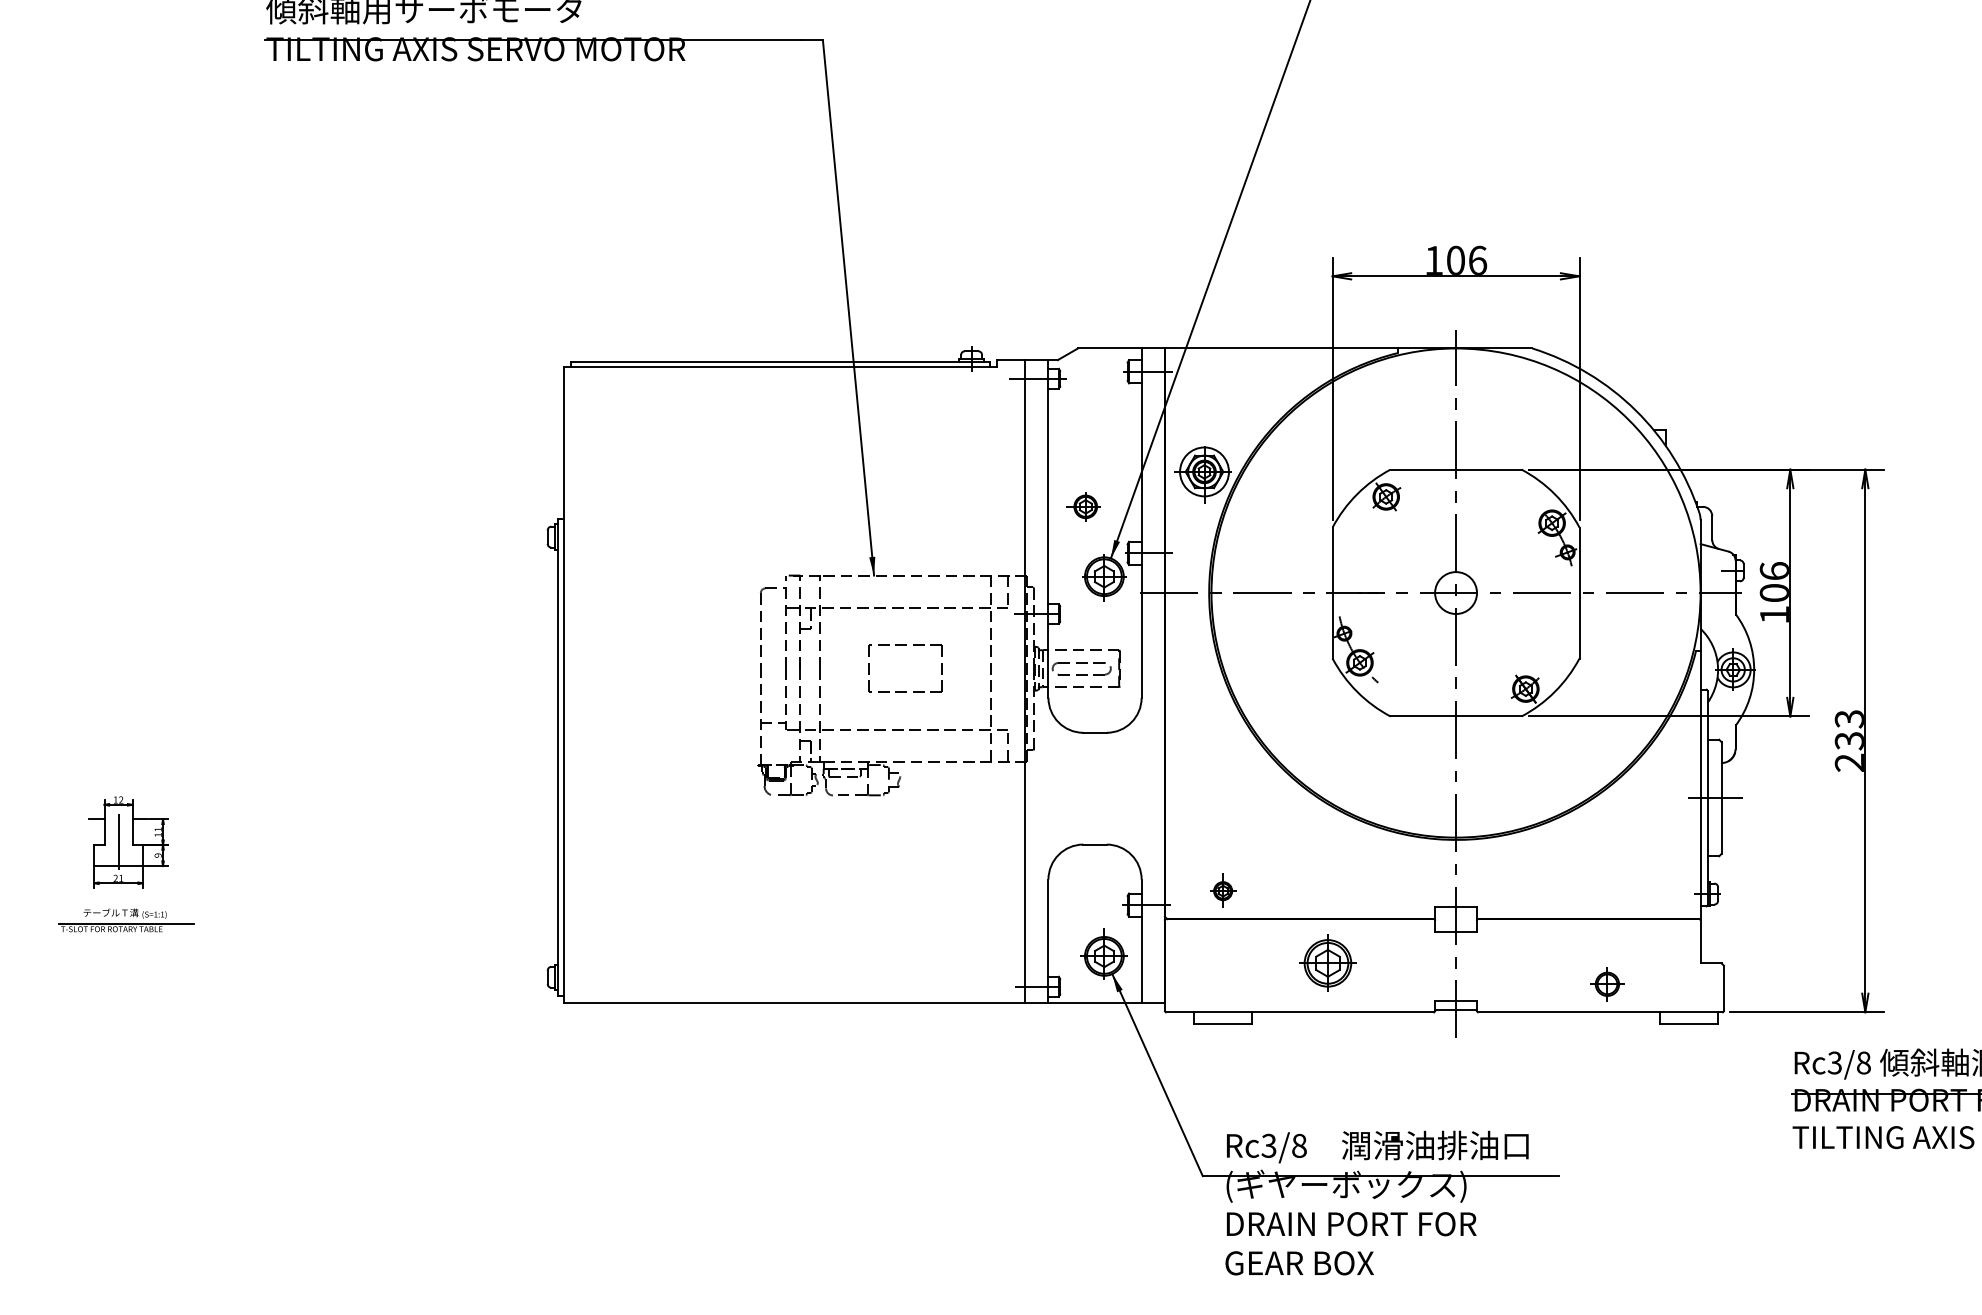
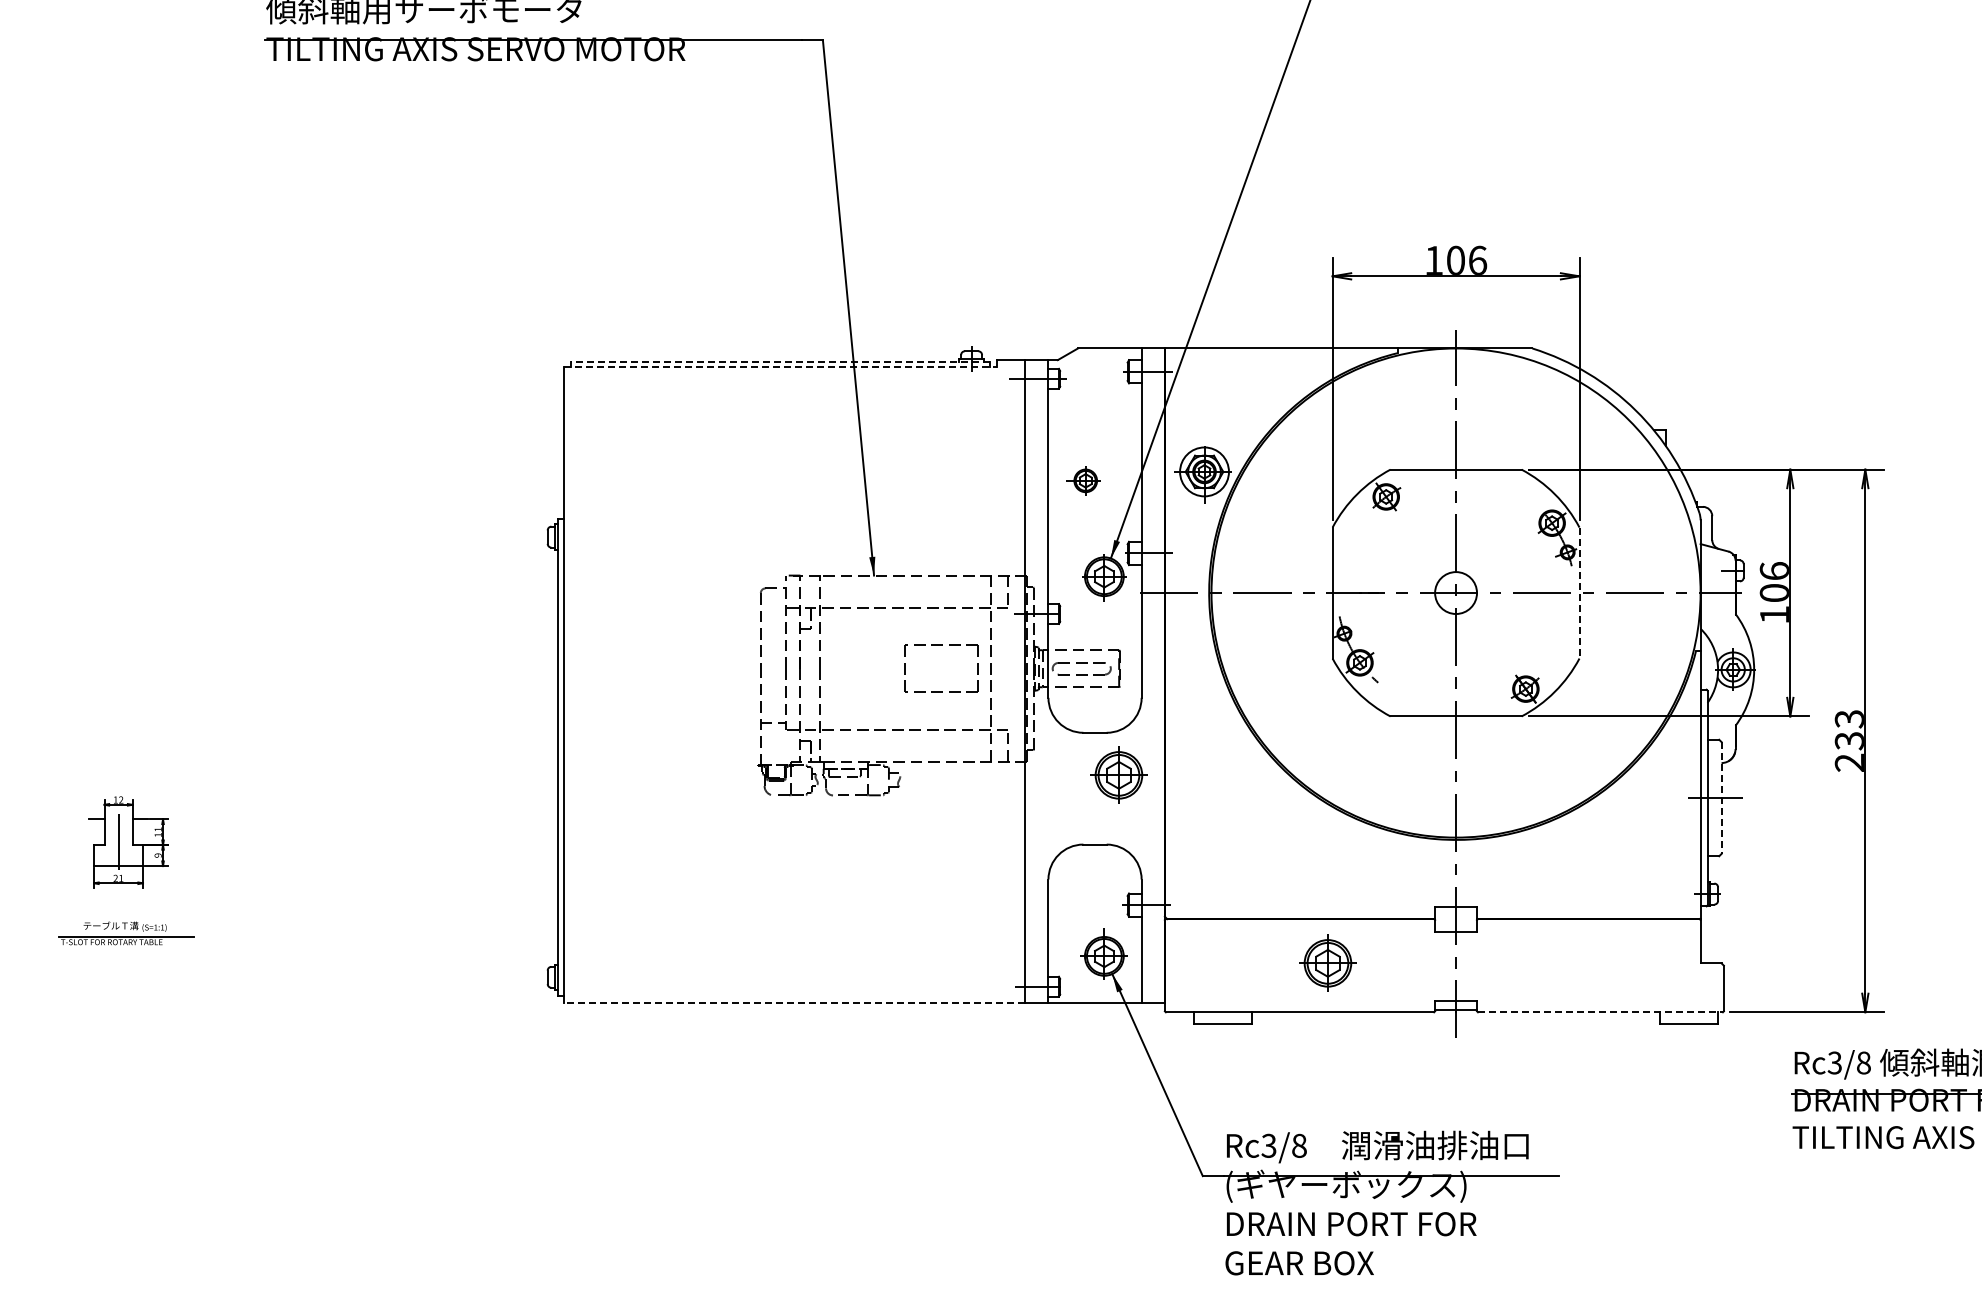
line at (780, 361): solid -> dashed
line at (780, 367): solid -> dashed
part at (1083, 506) position: (1083, 506) -> (1083, 480)
line at (1579, 593): solid -> dashed
part at (905, 645) position: (905, 645) -> (941, 645)
part at (1118, 774): none -> present
line at (1721, 798): solid -> dashed
part at (1223, 890): present -> none
part at (126, 920) position: (126, 920) -> (126, 933)
part at (1607, 984): present -> none
line at (794, 1002): solid -> dashed
line at (1600, 1012): solid -> dashed
